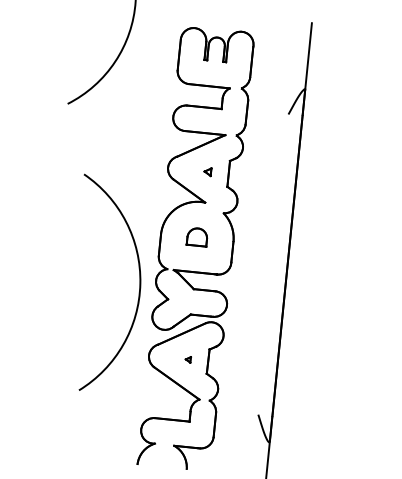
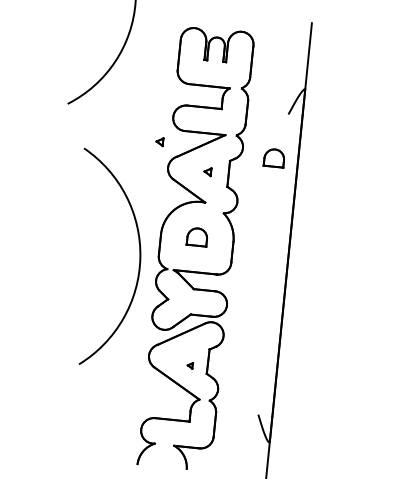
part at (159, 142): none -> present
part at (273, 158): none -> present
arc at (139, 281) position: (139, 281) -> (139, 255)
part at (187, 359) position: (187, 359) -> (189, 365)
